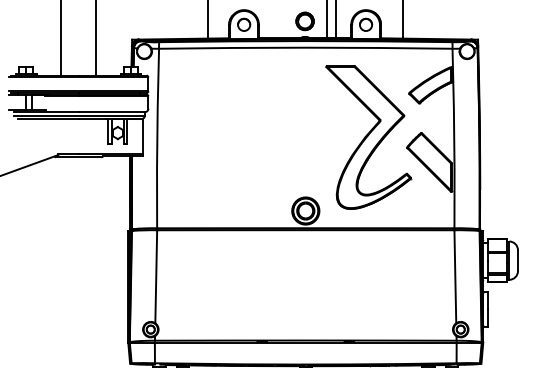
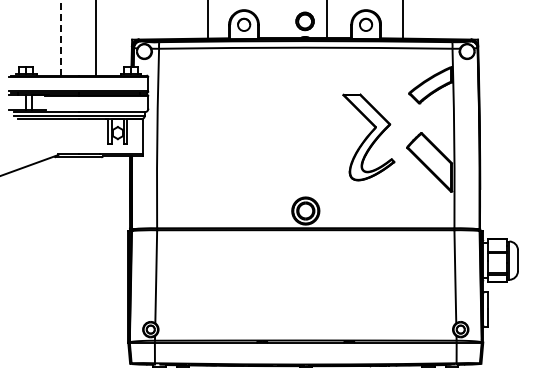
line at (335, 20): present -> none
line at (61, 37): solid -> dashed
part at (368, 137) size: 88x145 px -> 54x89 px
